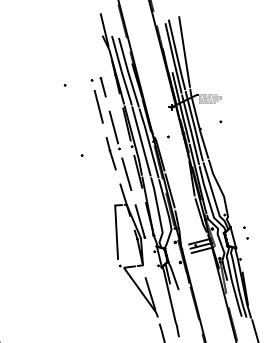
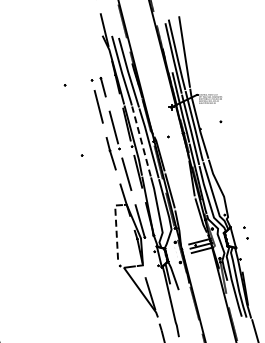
line at (141, 141): solid -> dashed
line at (116, 228): solid -> dashed
